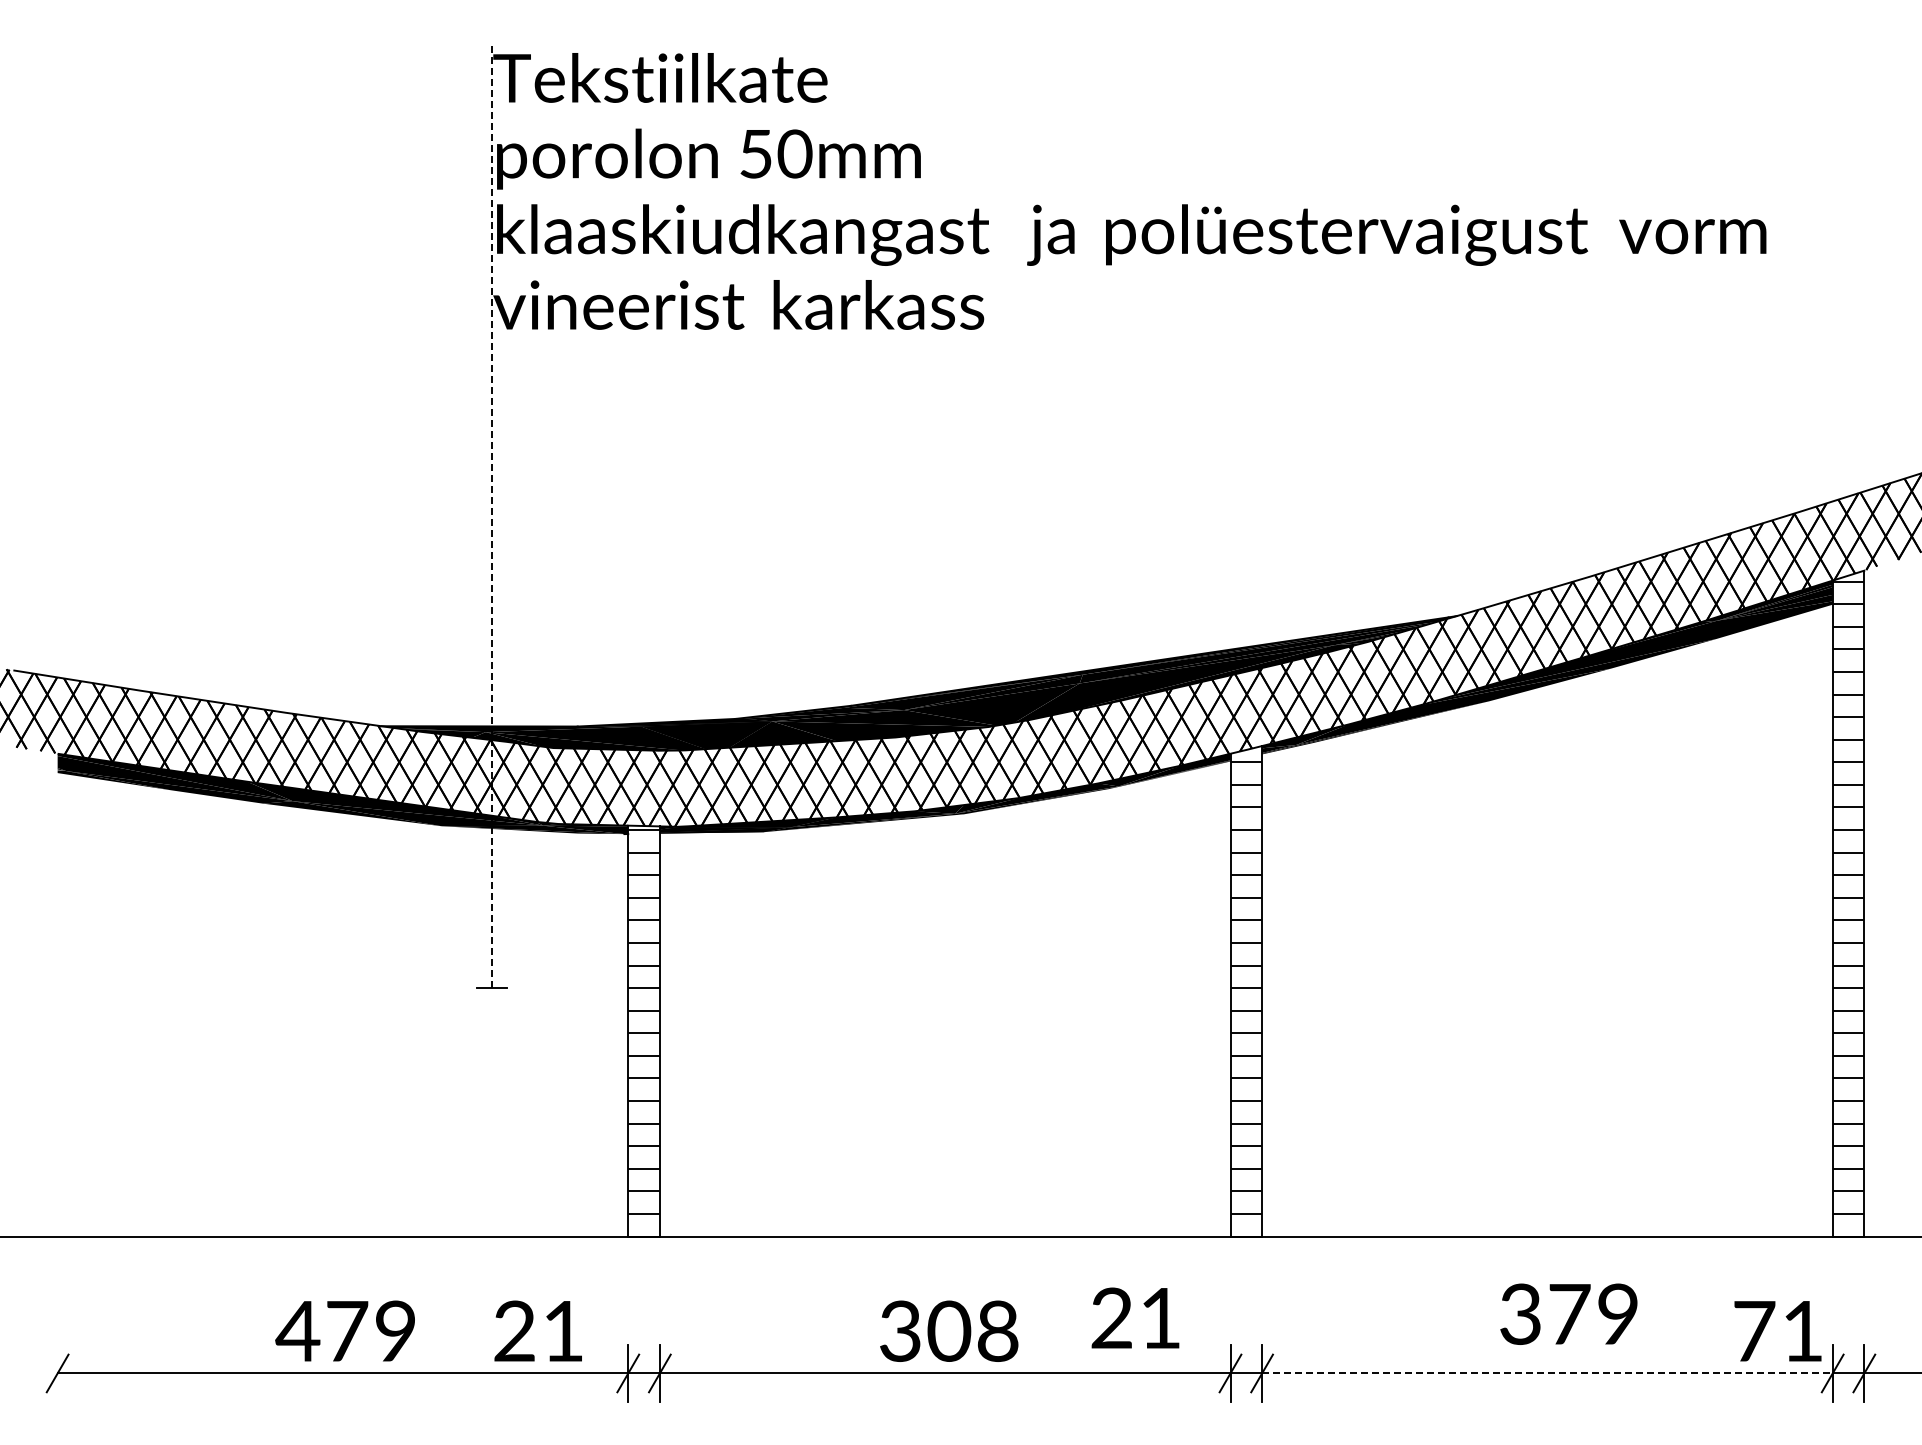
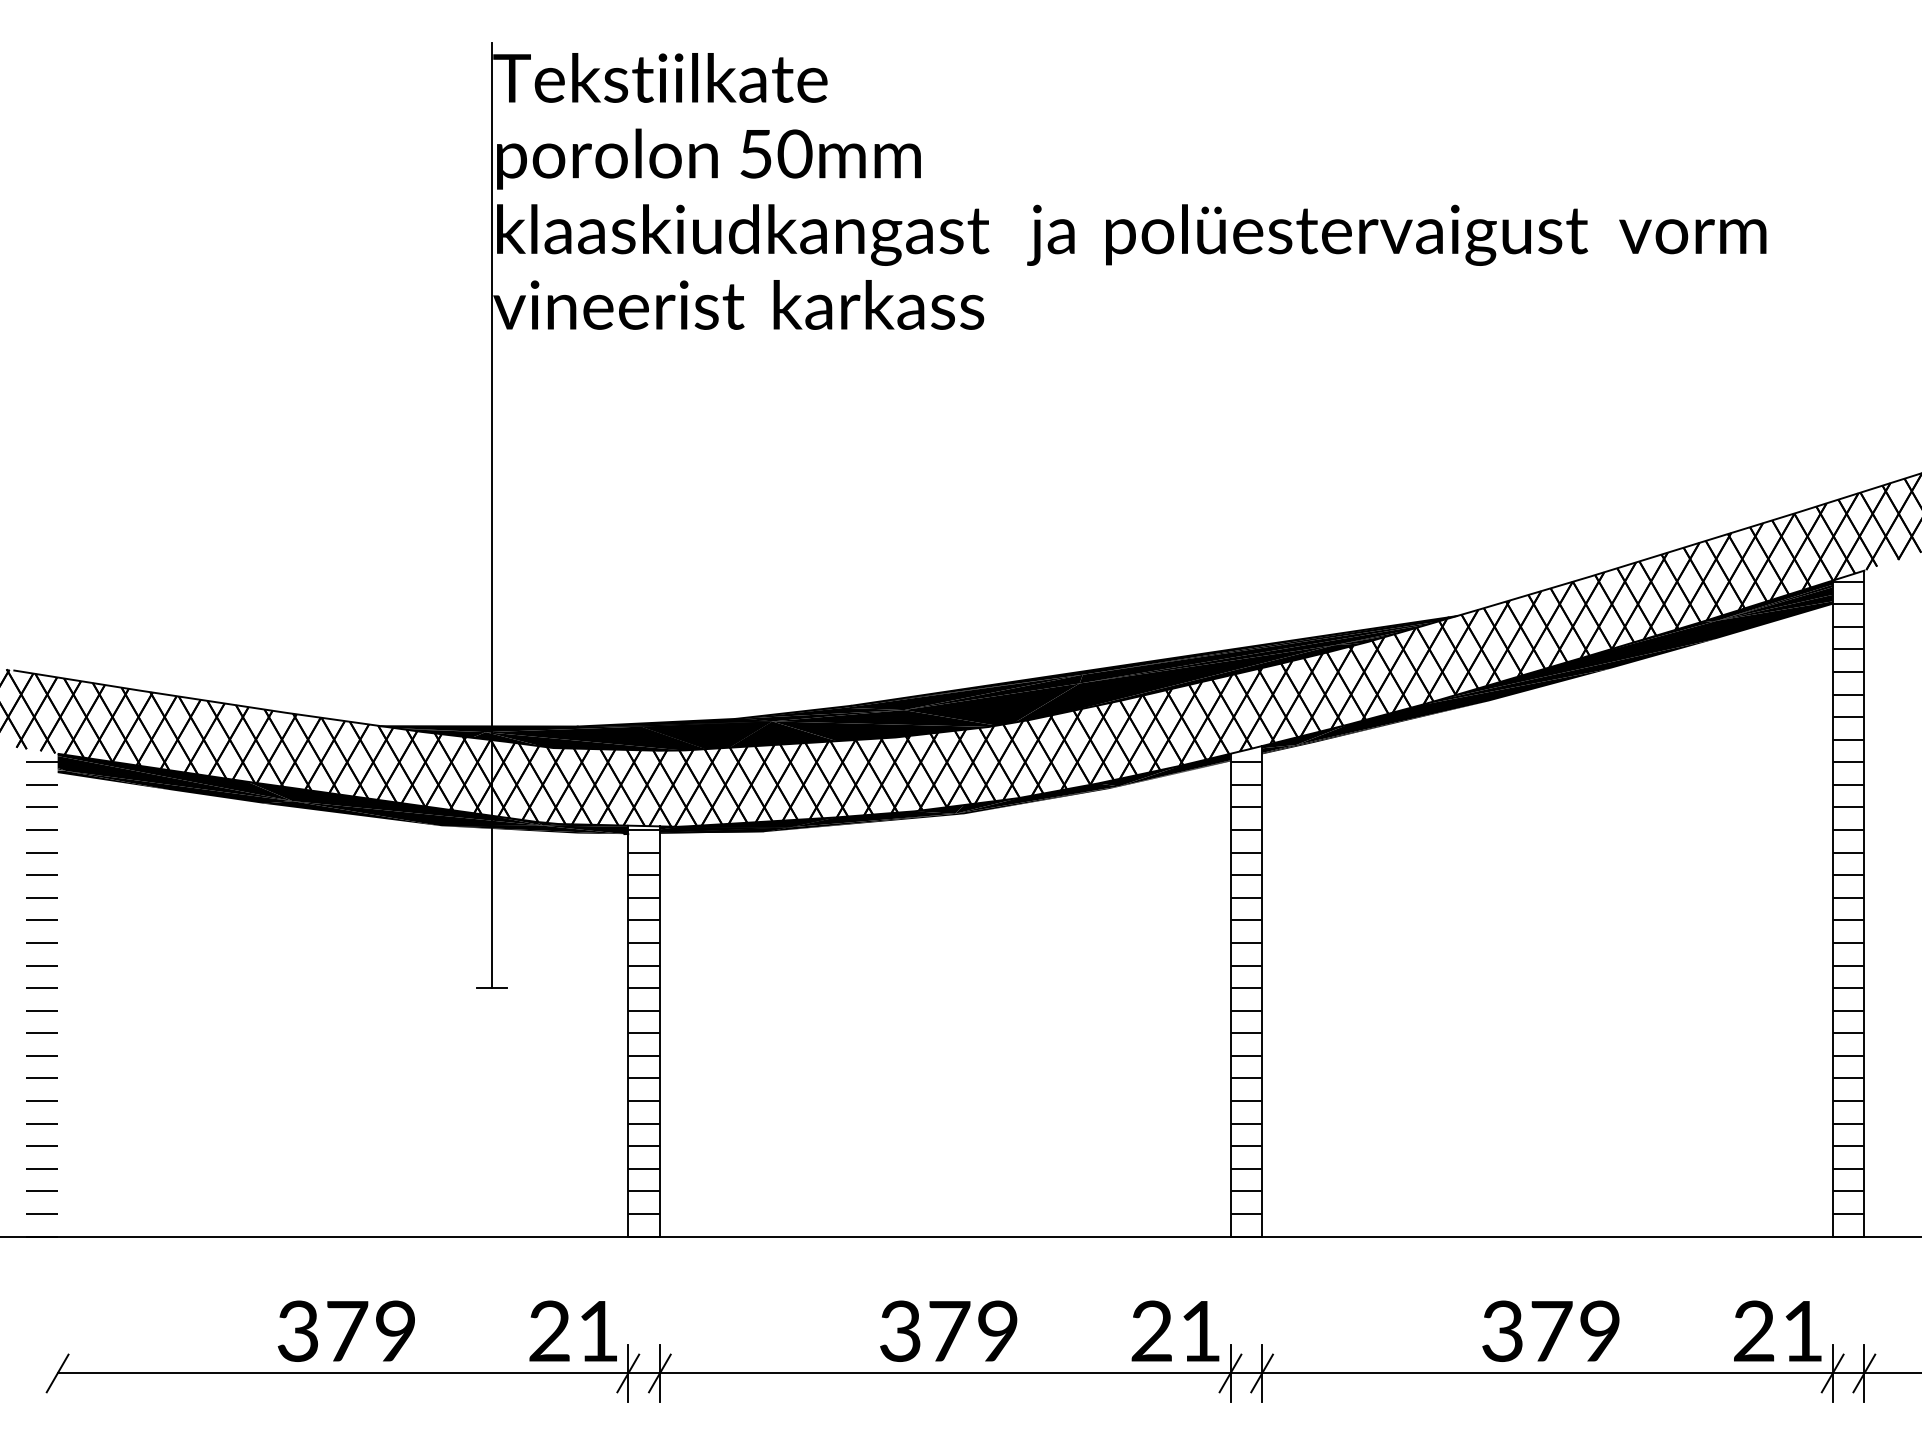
line at (492, 514): dashed -> solid
hatch at (41, 999): none -> present
text at (1568, 1313) position: (1568, 1313) -> (1550, 1330)
text at (1135, 1317) position: (1135, 1317) -> (1175, 1330)
text at (297, 1330): 479 -> 379
text at (537, 1330) position: (537, 1330) -> (572, 1330)
text at (972, 1330): 308 -> 379
text at (1754, 1330): 71 -> 21
line at (1547, 1373): dashed -> solid
